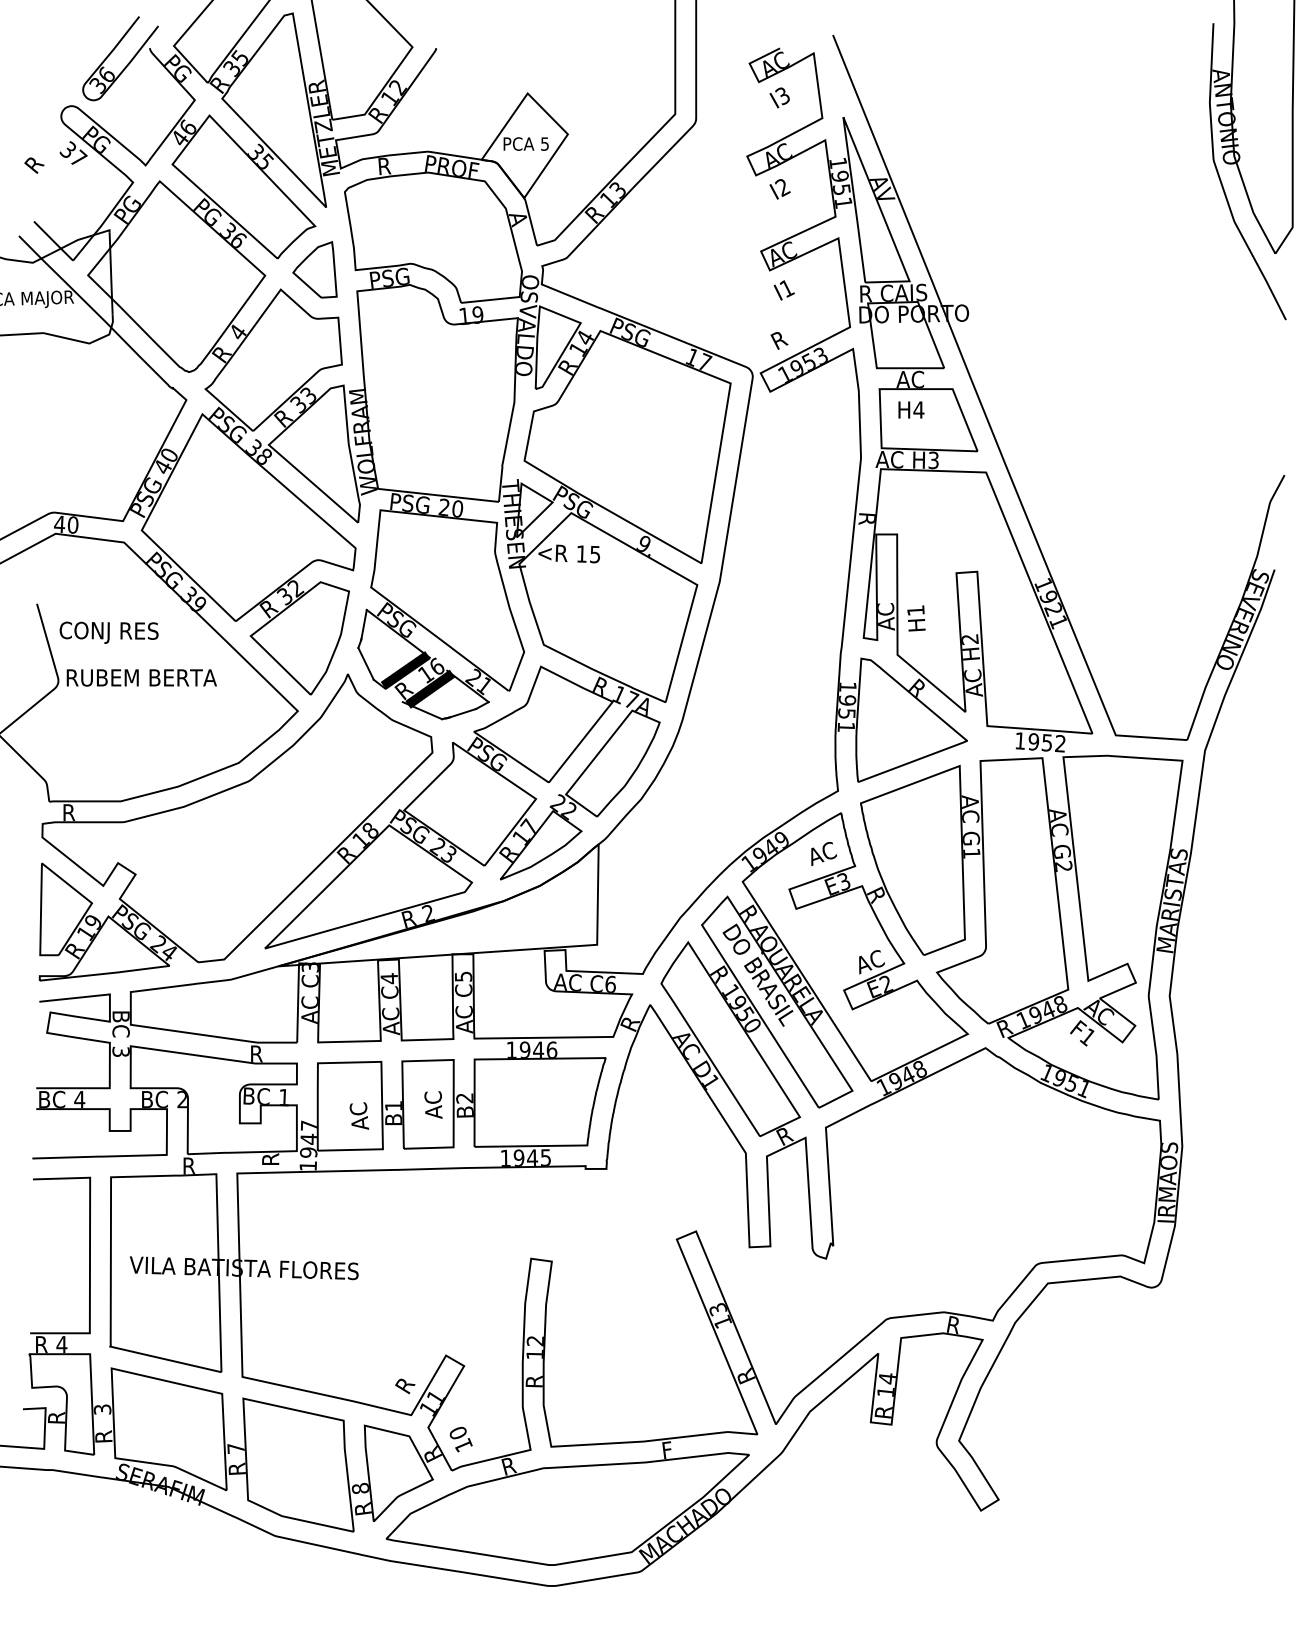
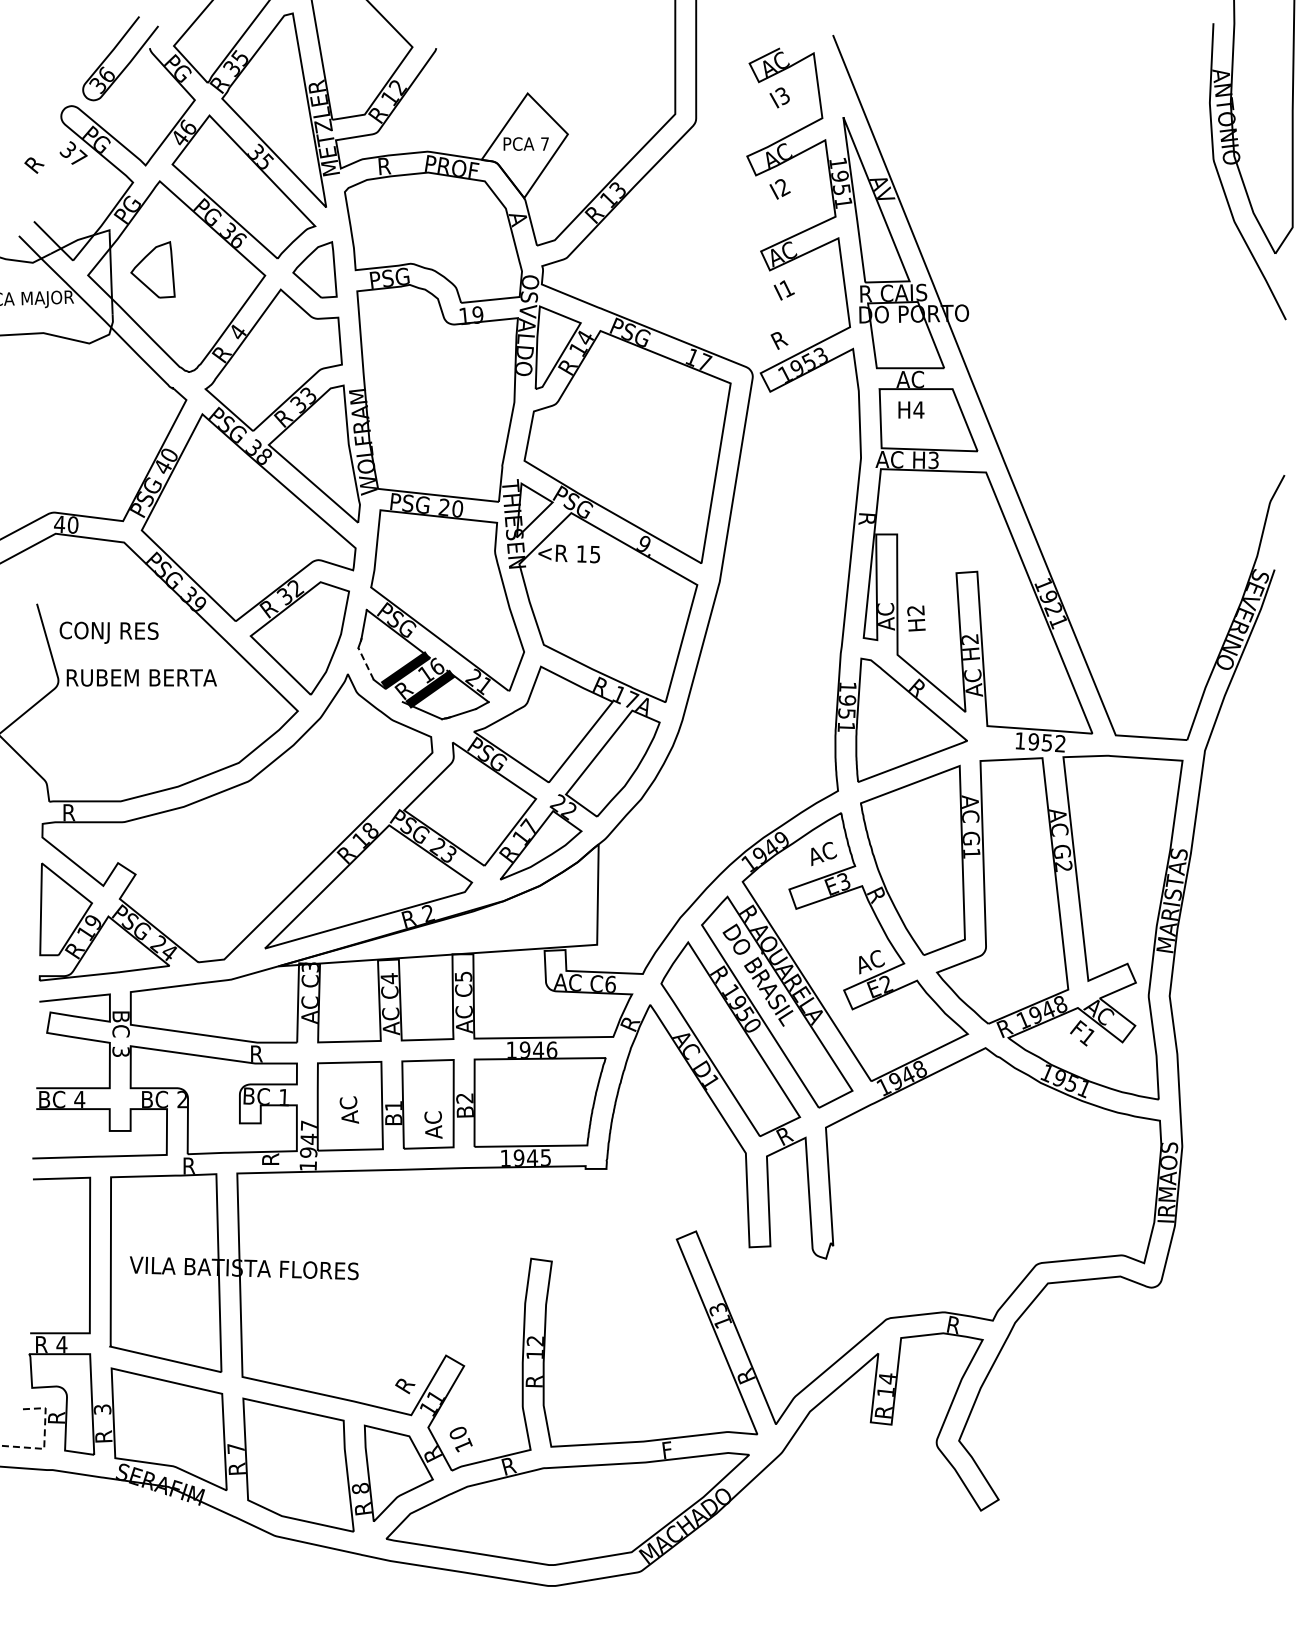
text at (544, 143): 5 -> 7
part at (152, 269): none -> present
text at (915, 610): H1 -> H2
line at (366, 663): solid -> dashed
text at (433, 1104) position: (433, 1104) -> (433, 1124)
text at (359, 1115) position: (359, 1115) -> (349, 1109)
line at (44, 1438): solid -> dashed
